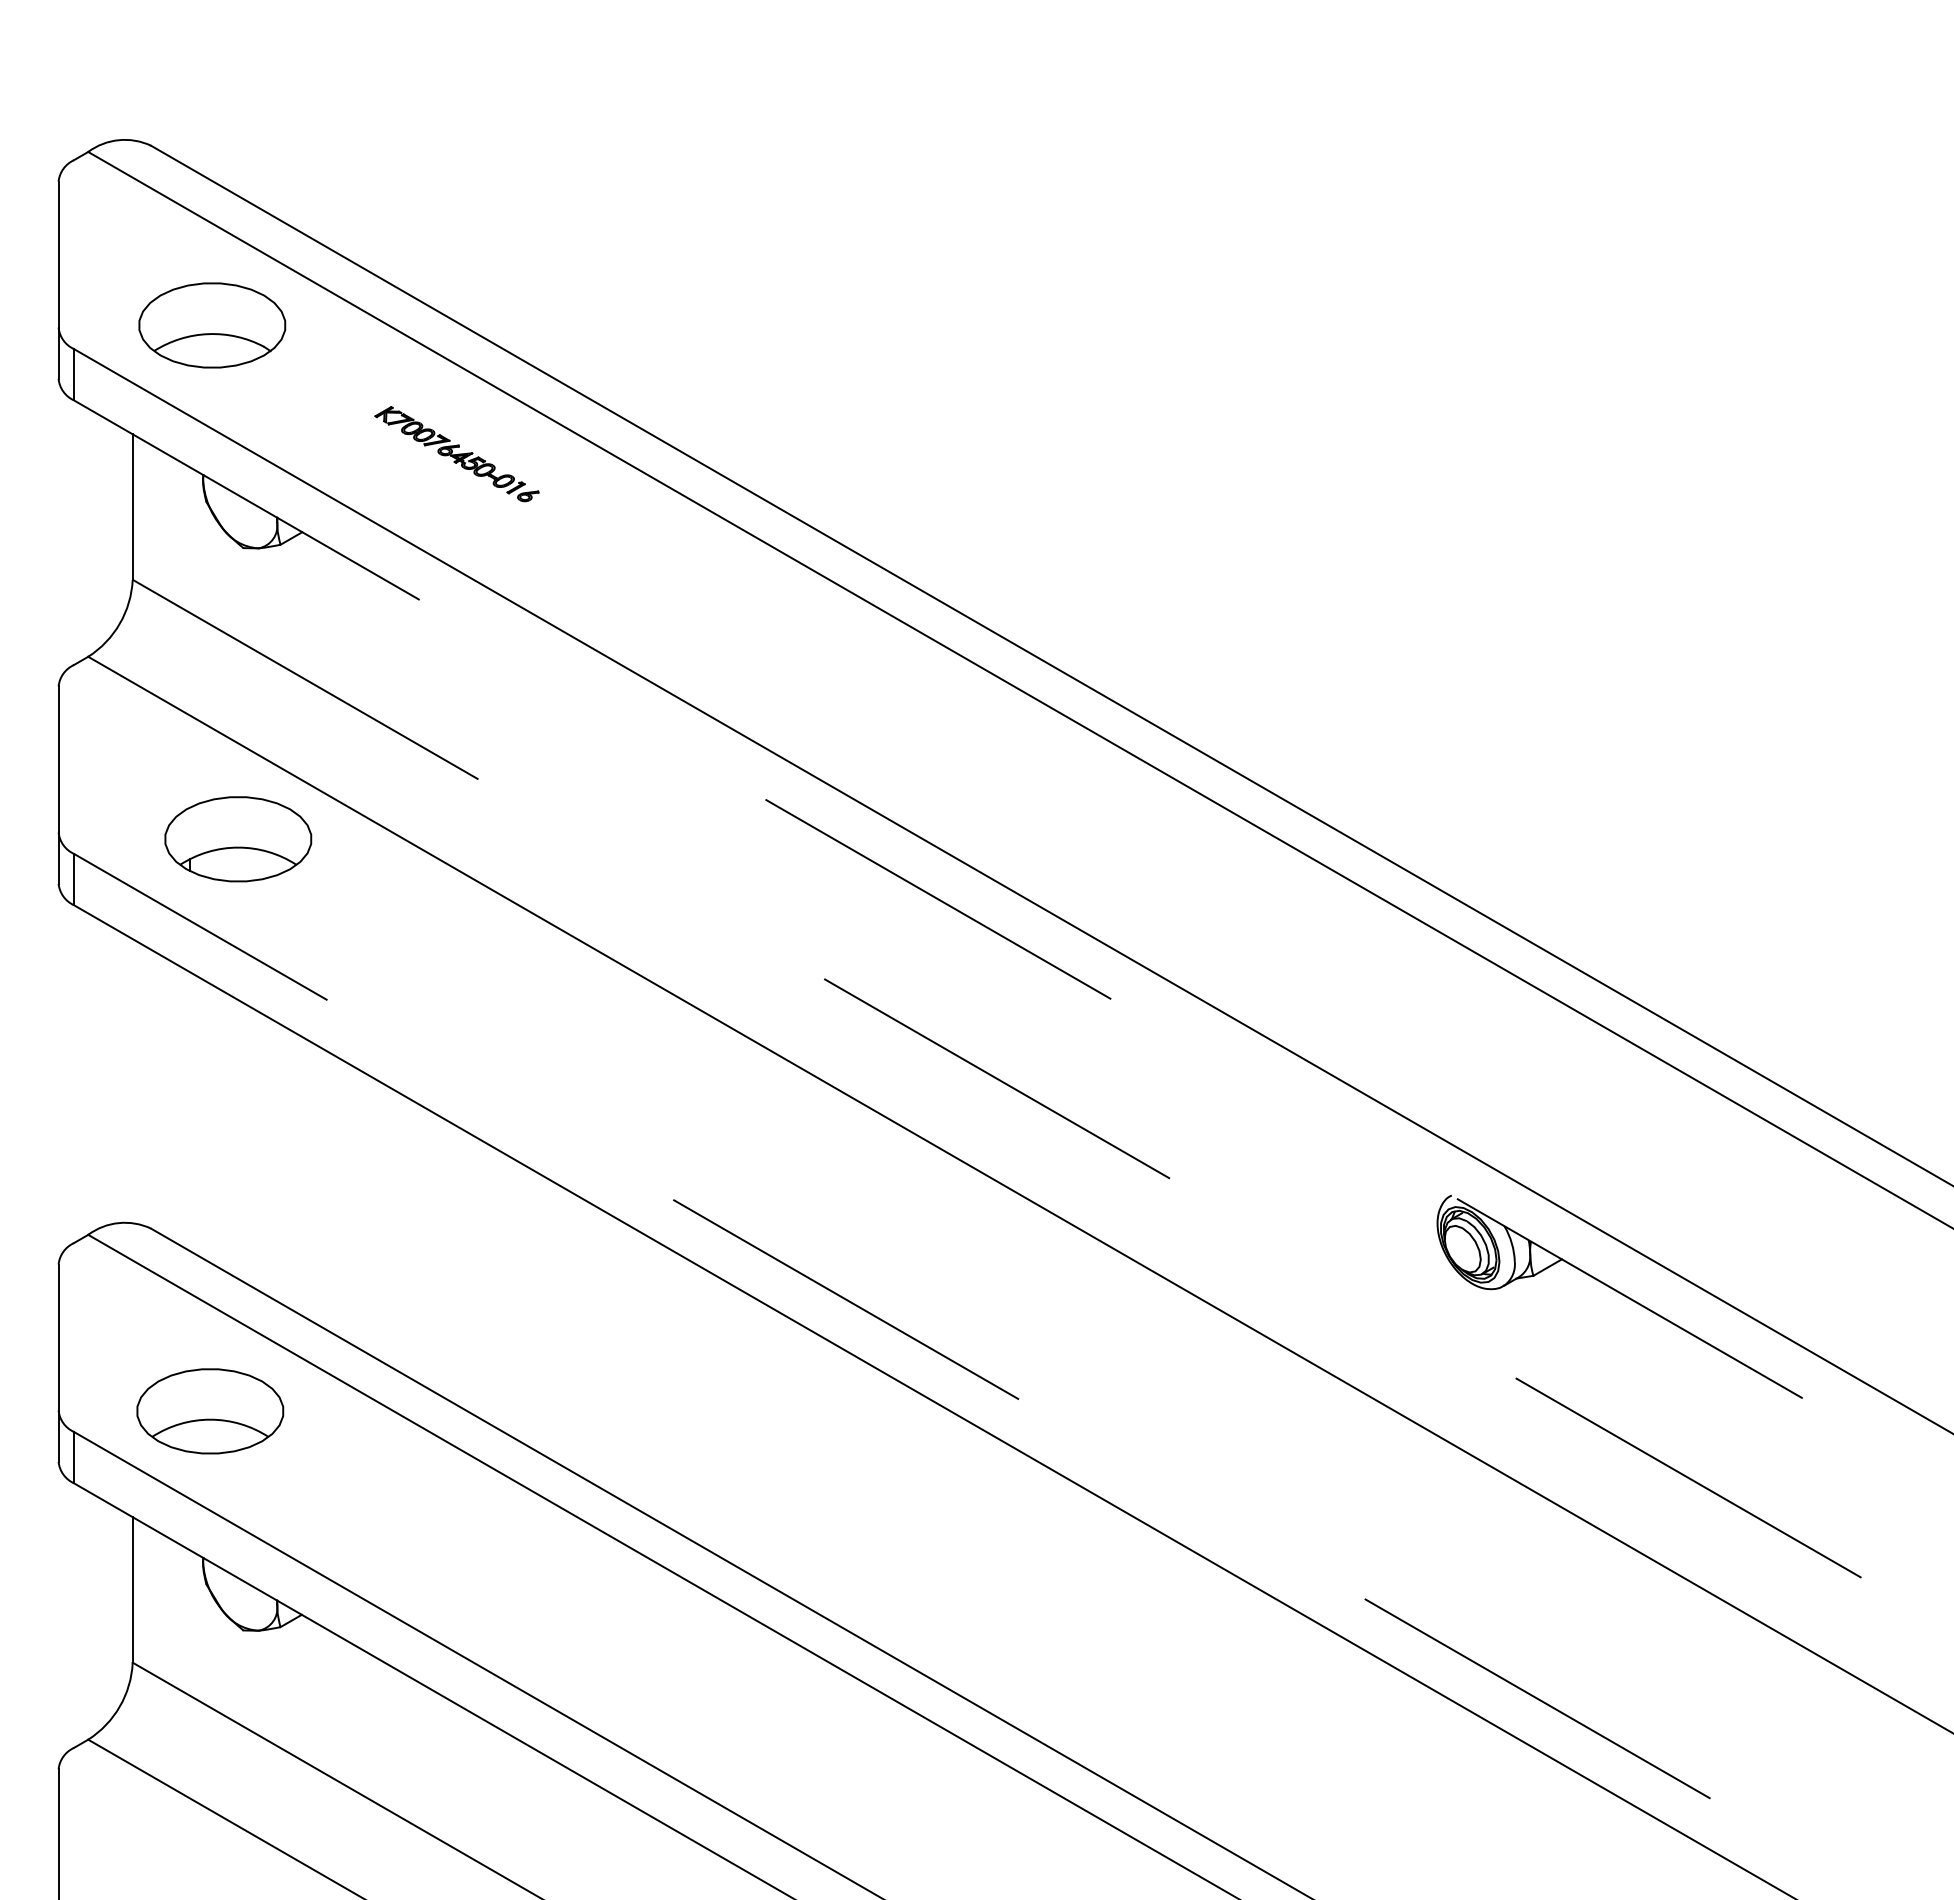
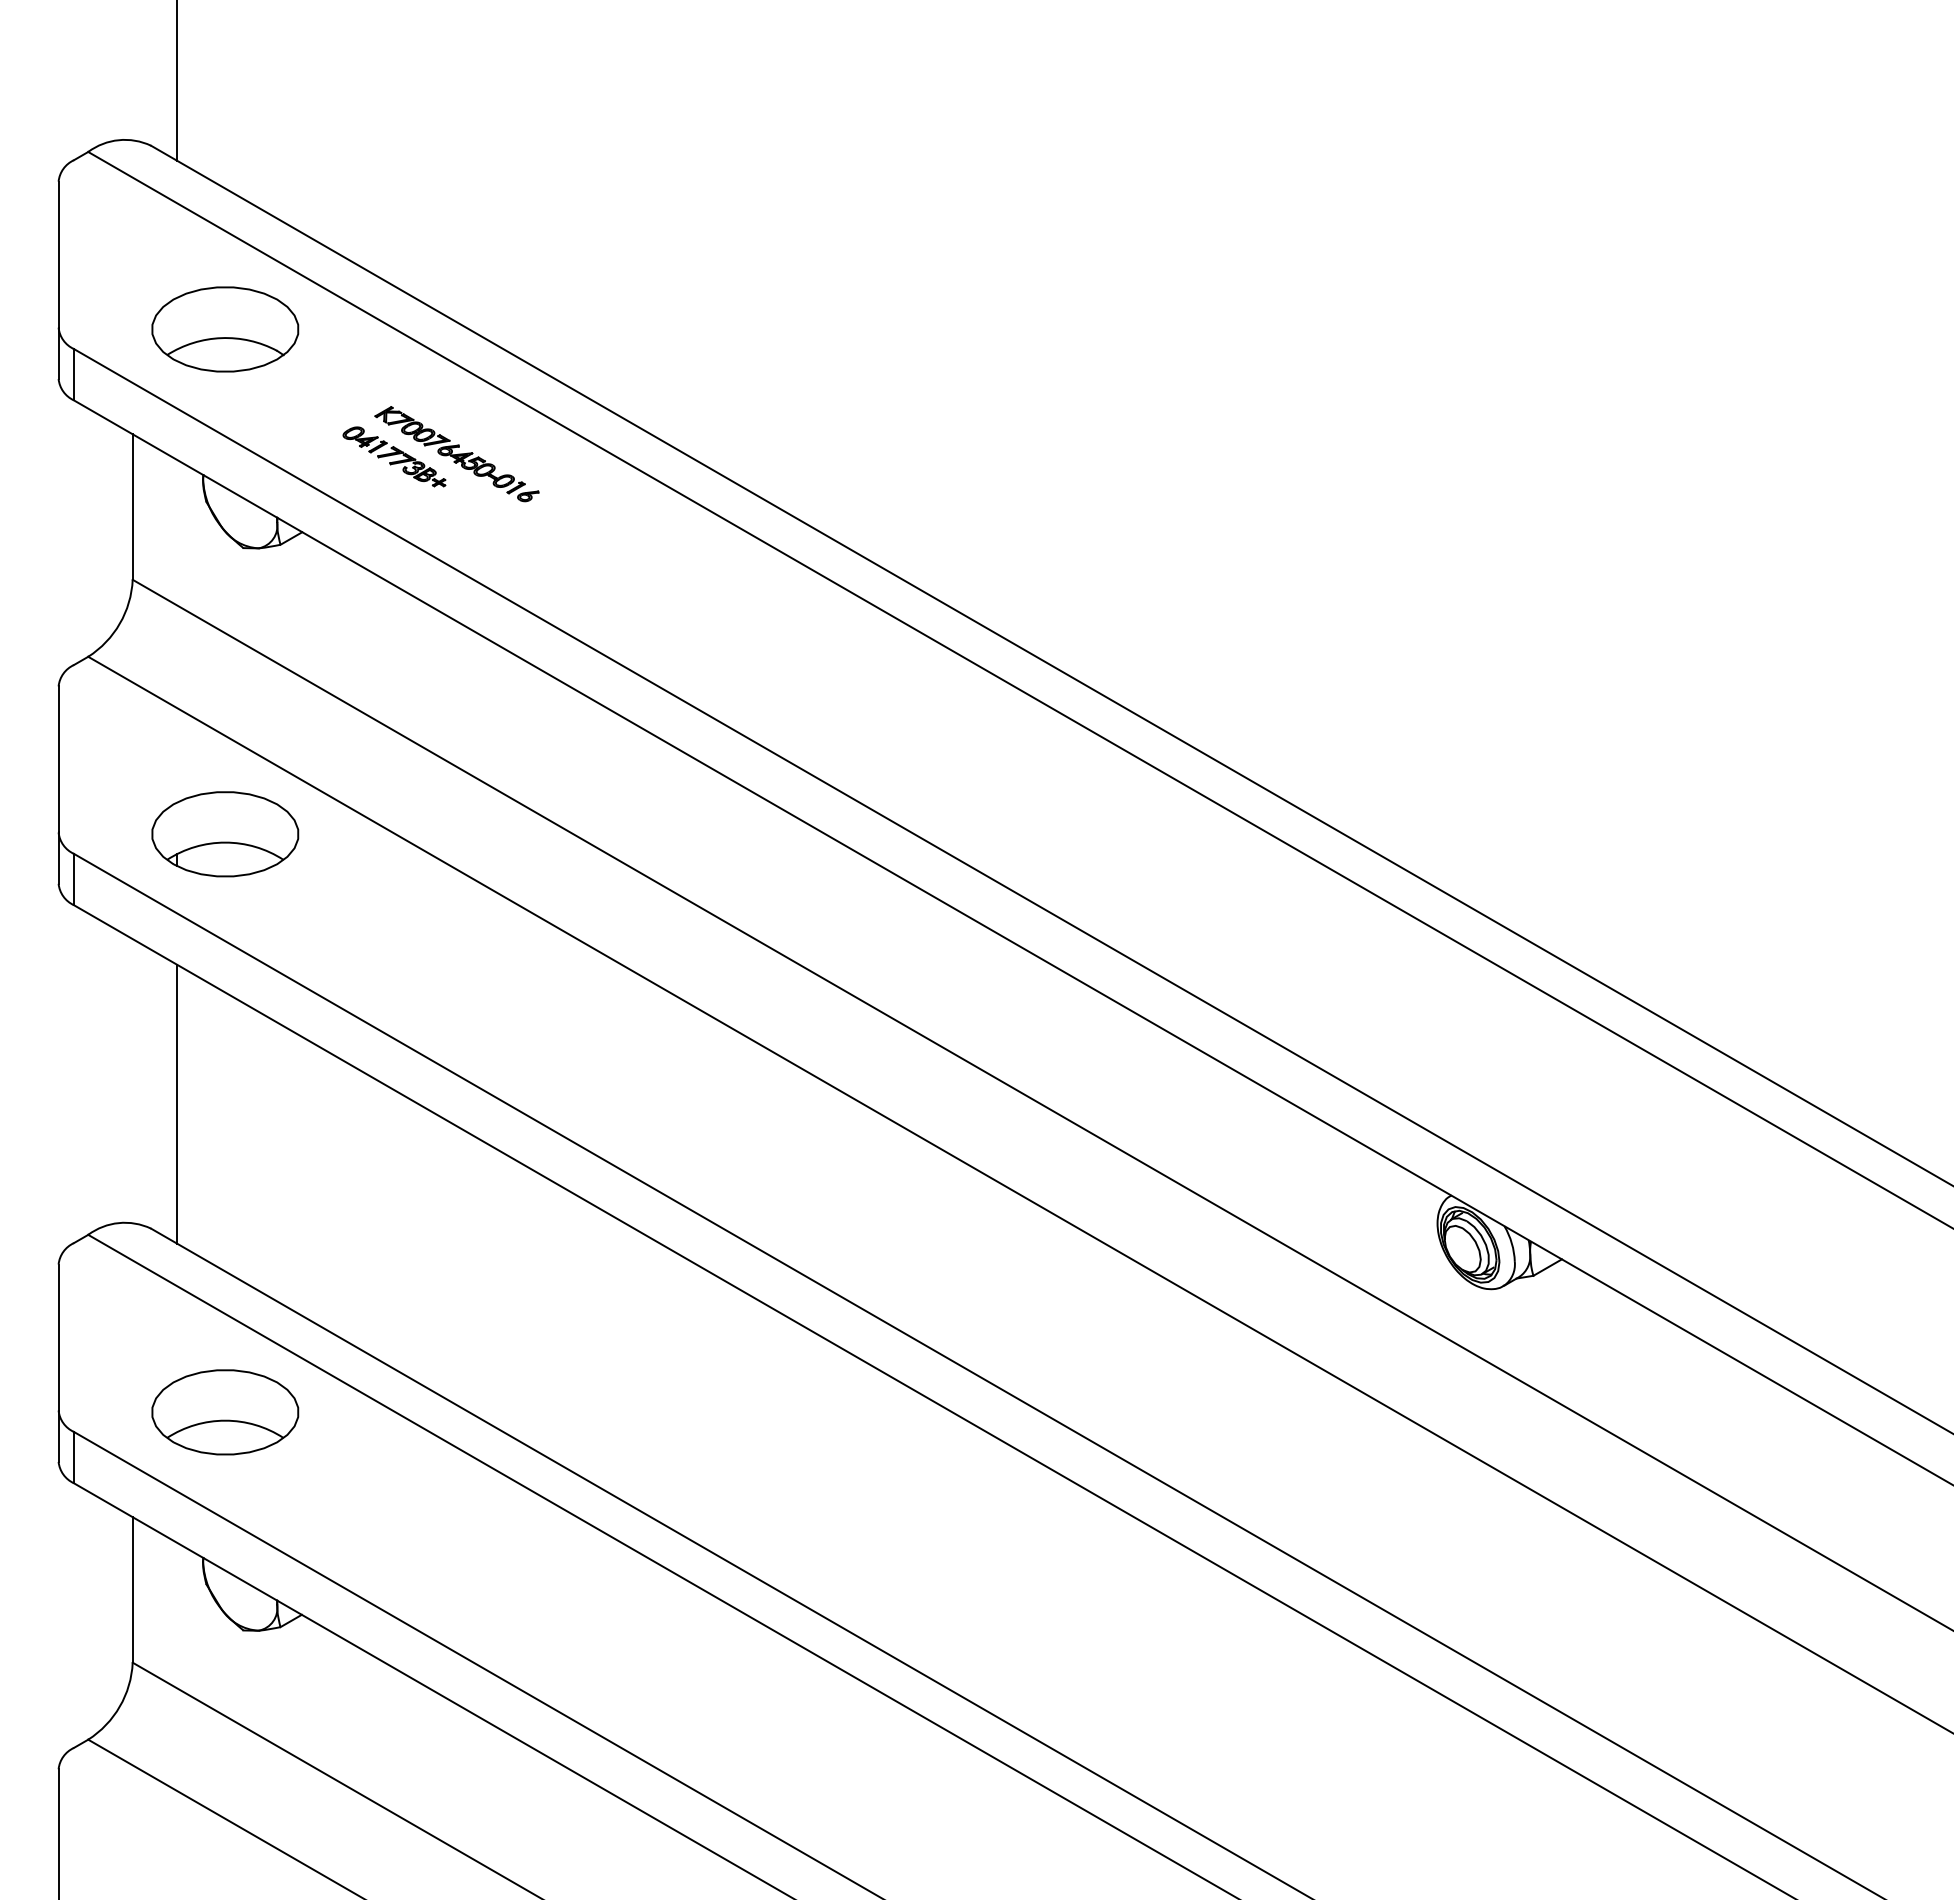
line at (177, 81): none -> present
part at (212, 325) position: (212, 325) -> (225, 329)
part at (394, 456): none -> present
part at (238, 839) position: (238, 839) -> (225, 834)
line at (1014, 943): dashed -> solid
line at (177, 1103): none -> present
line at (1043, 1105): dashed -> solid
line at (979, 1376): dashed -> solid
part at (210, 1411) position: (210, 1411) -> (225, 1412)
